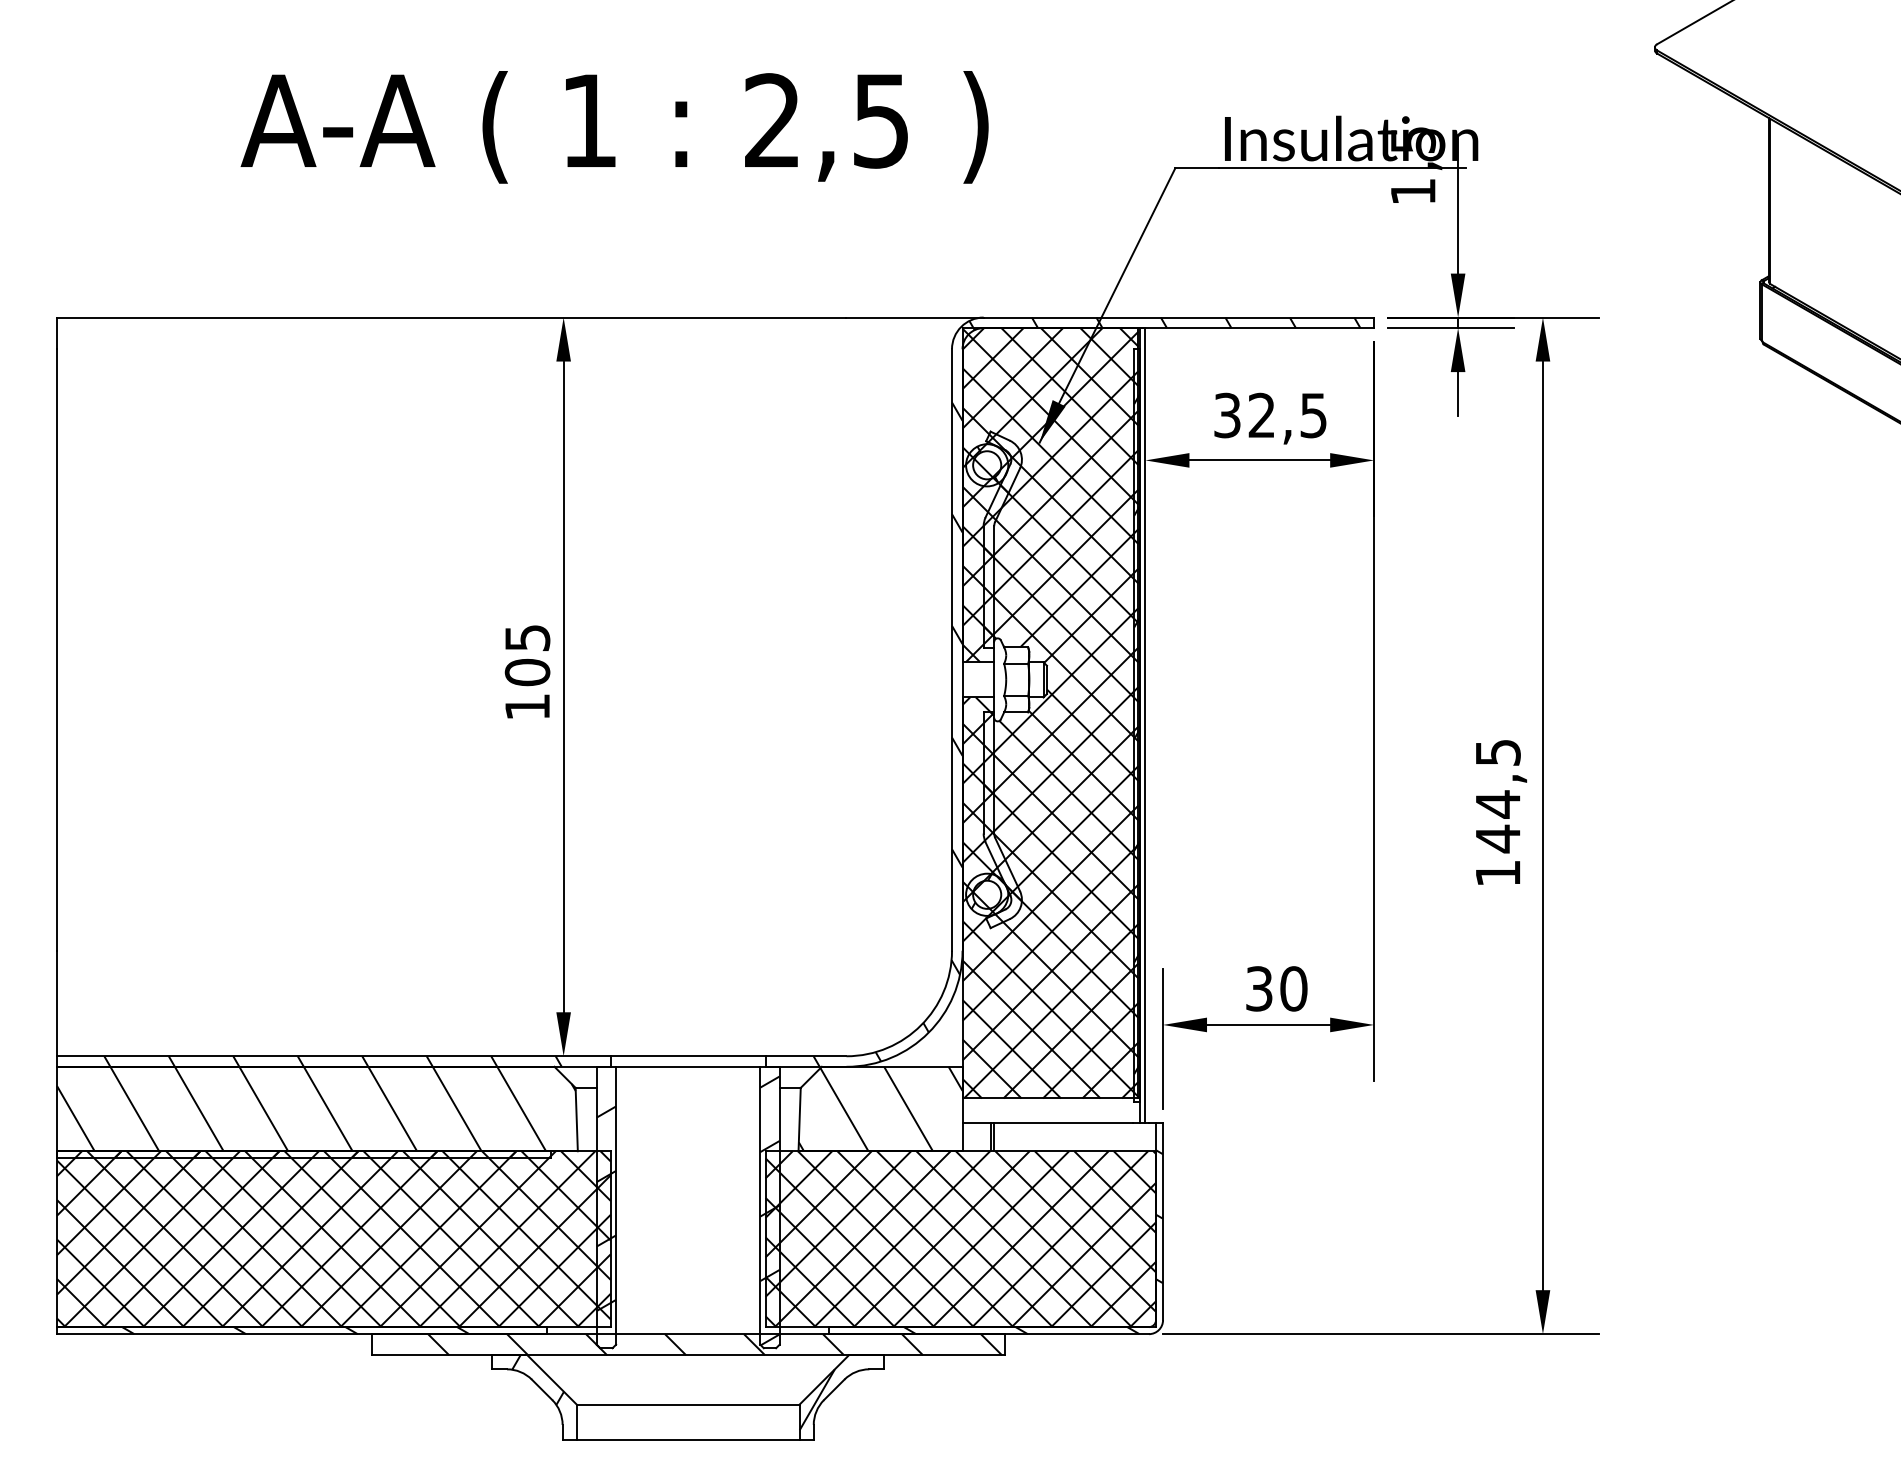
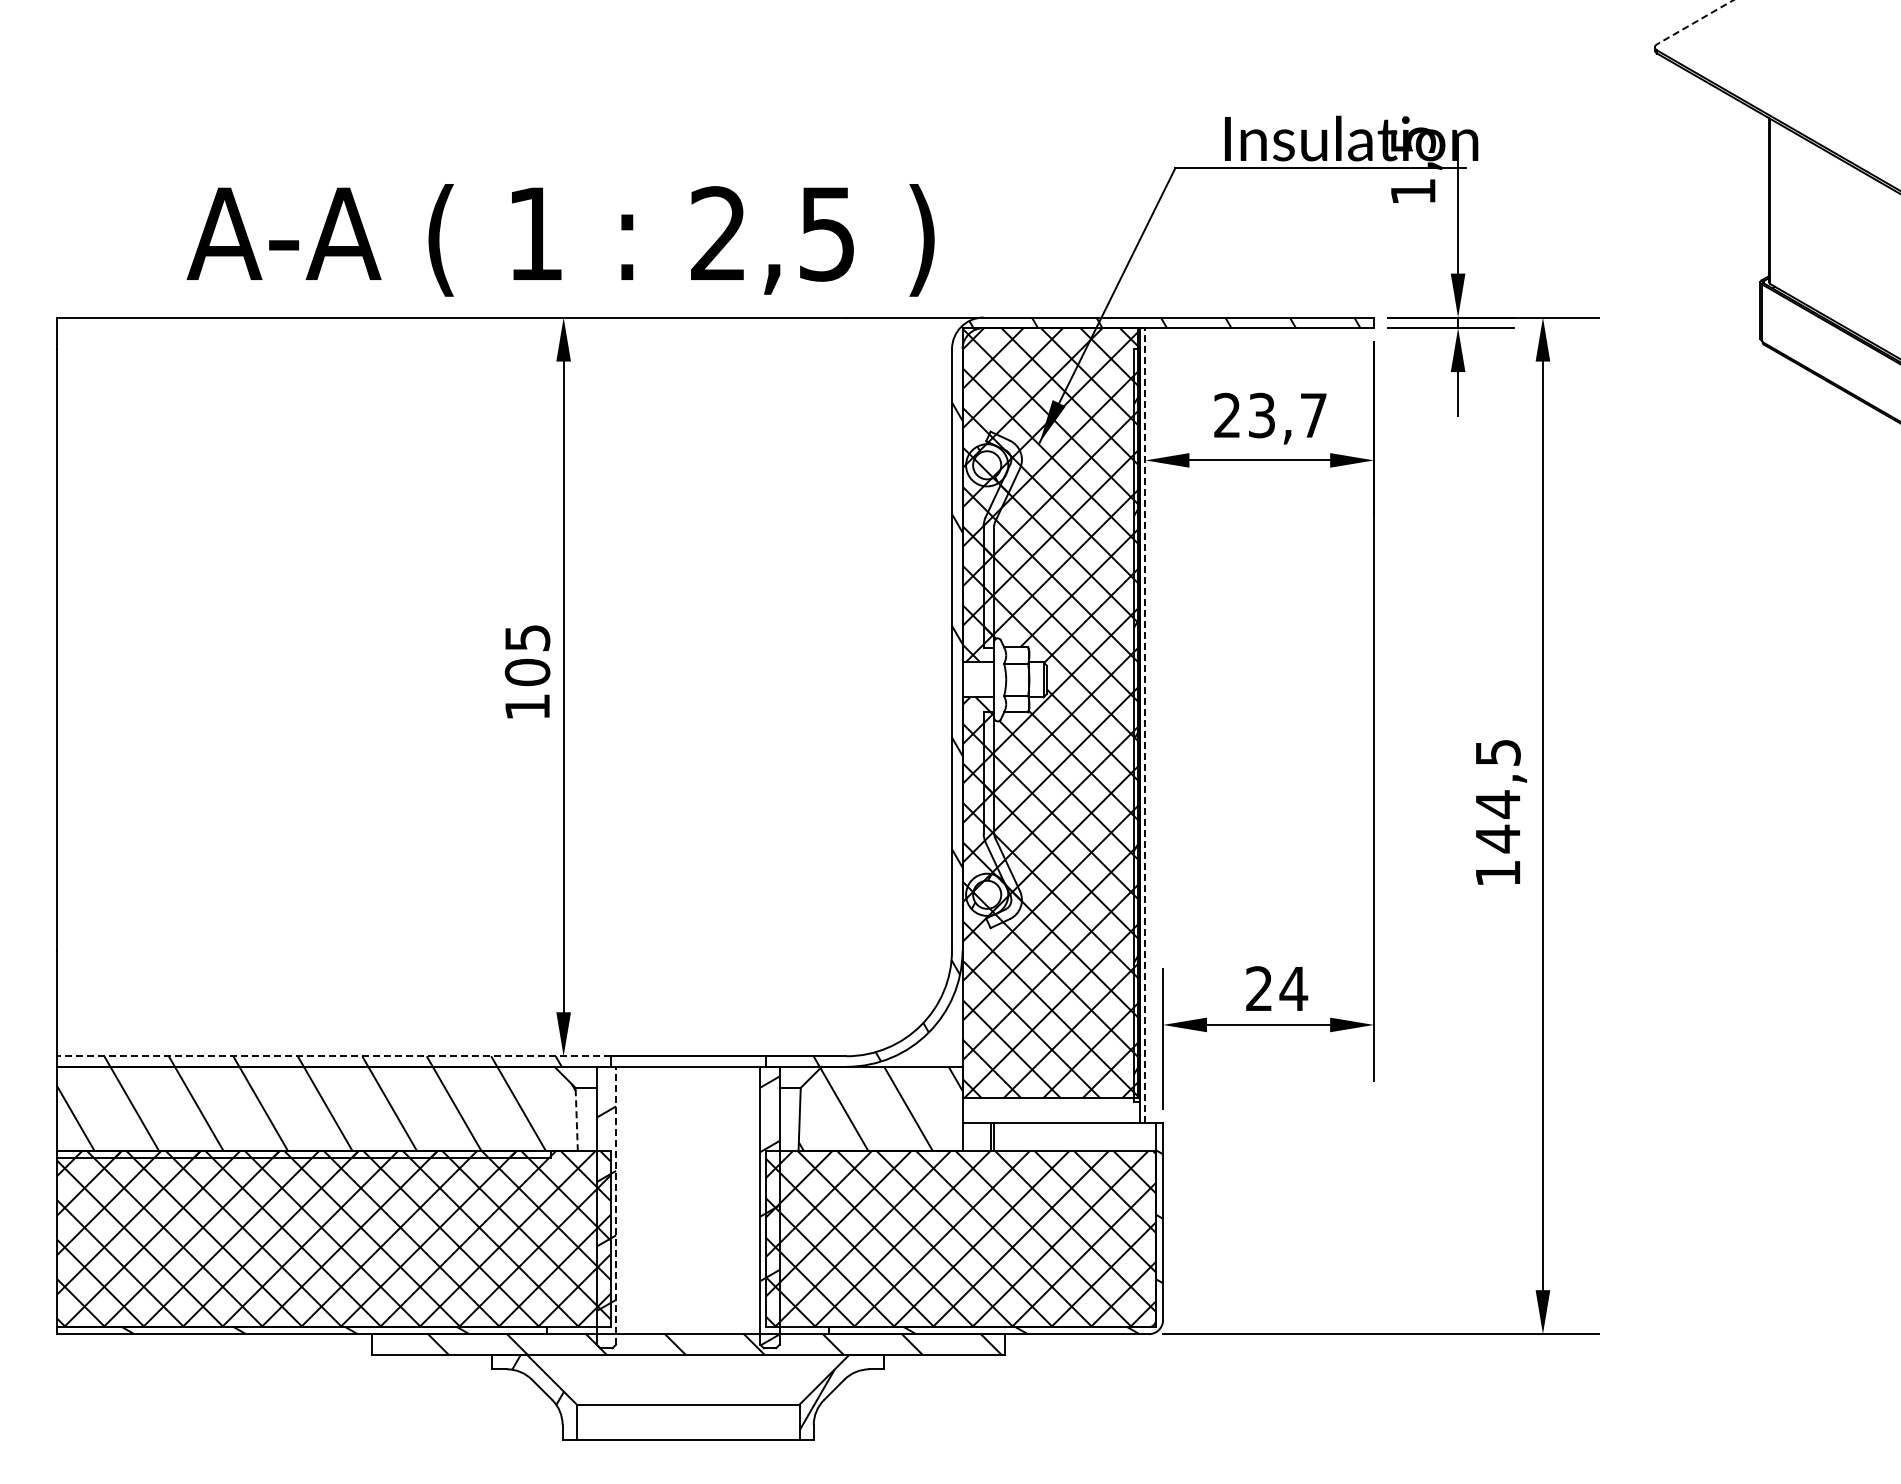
line at (1695, 22): solid -> dashed
text at (614, 127) position: (614, 127) -> (560, 240)
text at (1270, 415): 32,5 -> 23,7
line at (1145, 725): solid -> dashed
text at (1277, 988): 30 -> 24
line at (333, 1056): solid -> dashed
line at (576, 1119): solid -> dashed
line at (616, 1205): solid -> dashed
